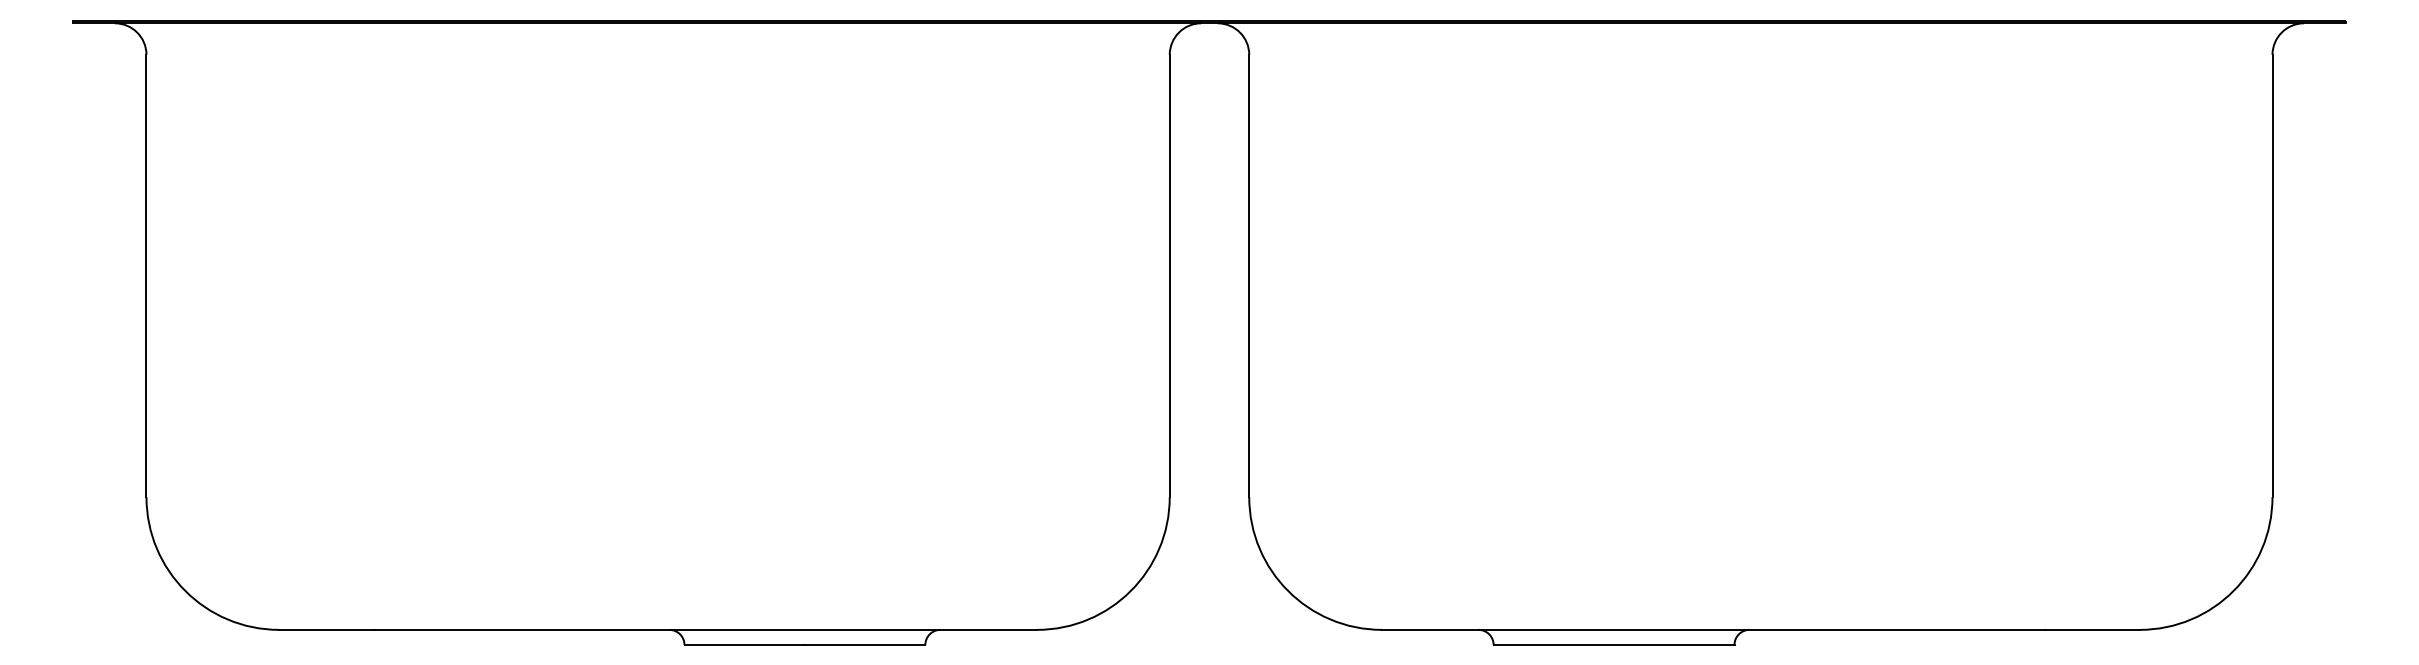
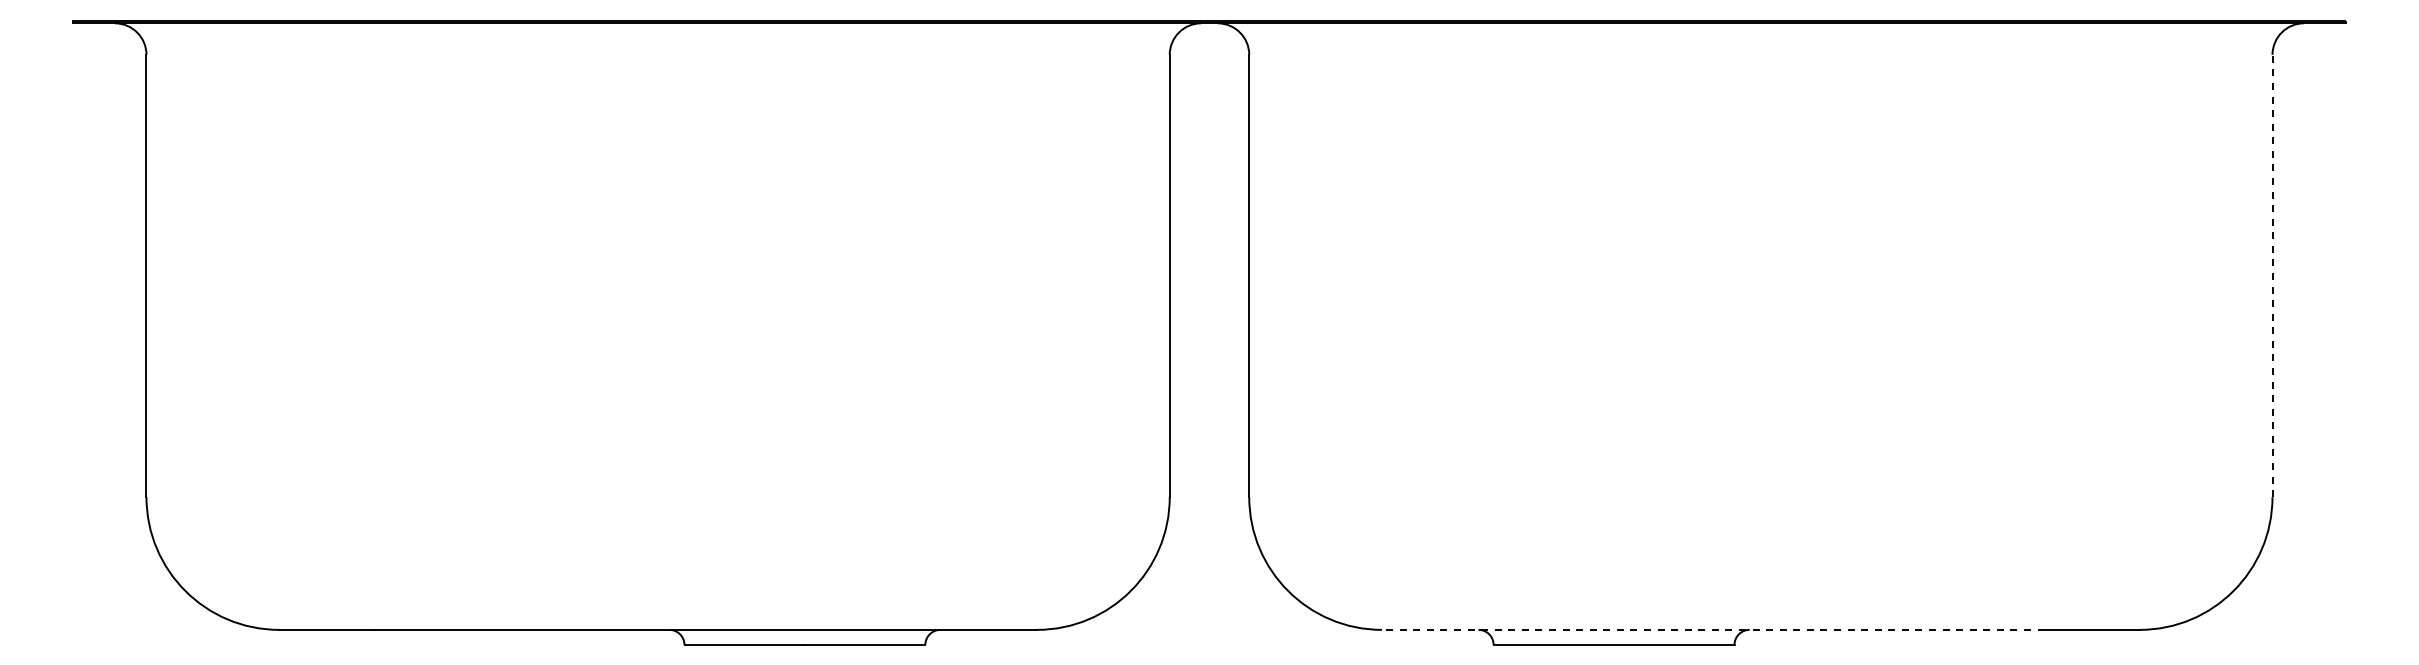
line at (2272, 275): solid -> dashed
line at (1712, 629): solid -> dashed
